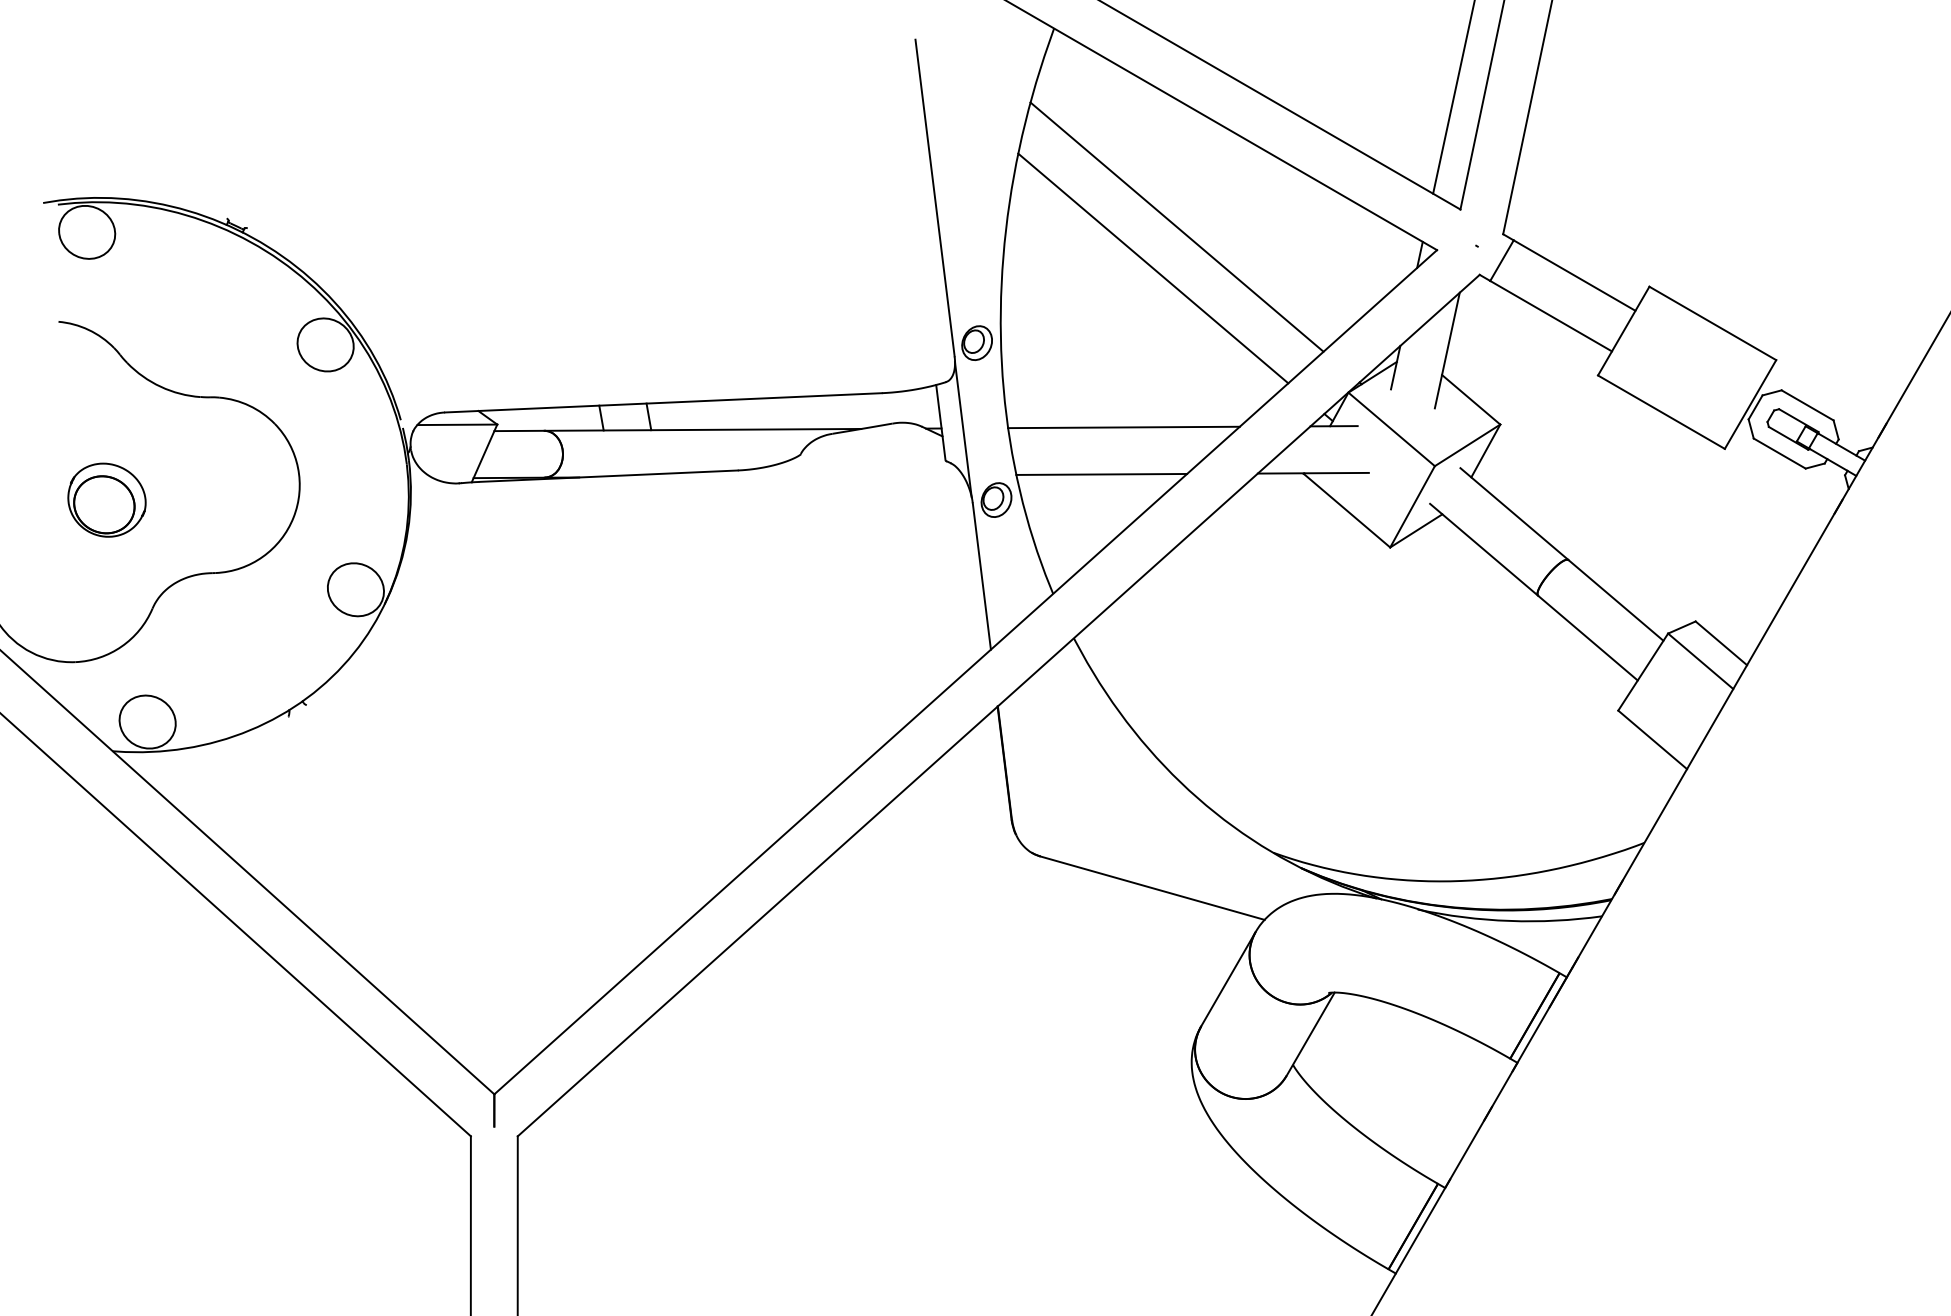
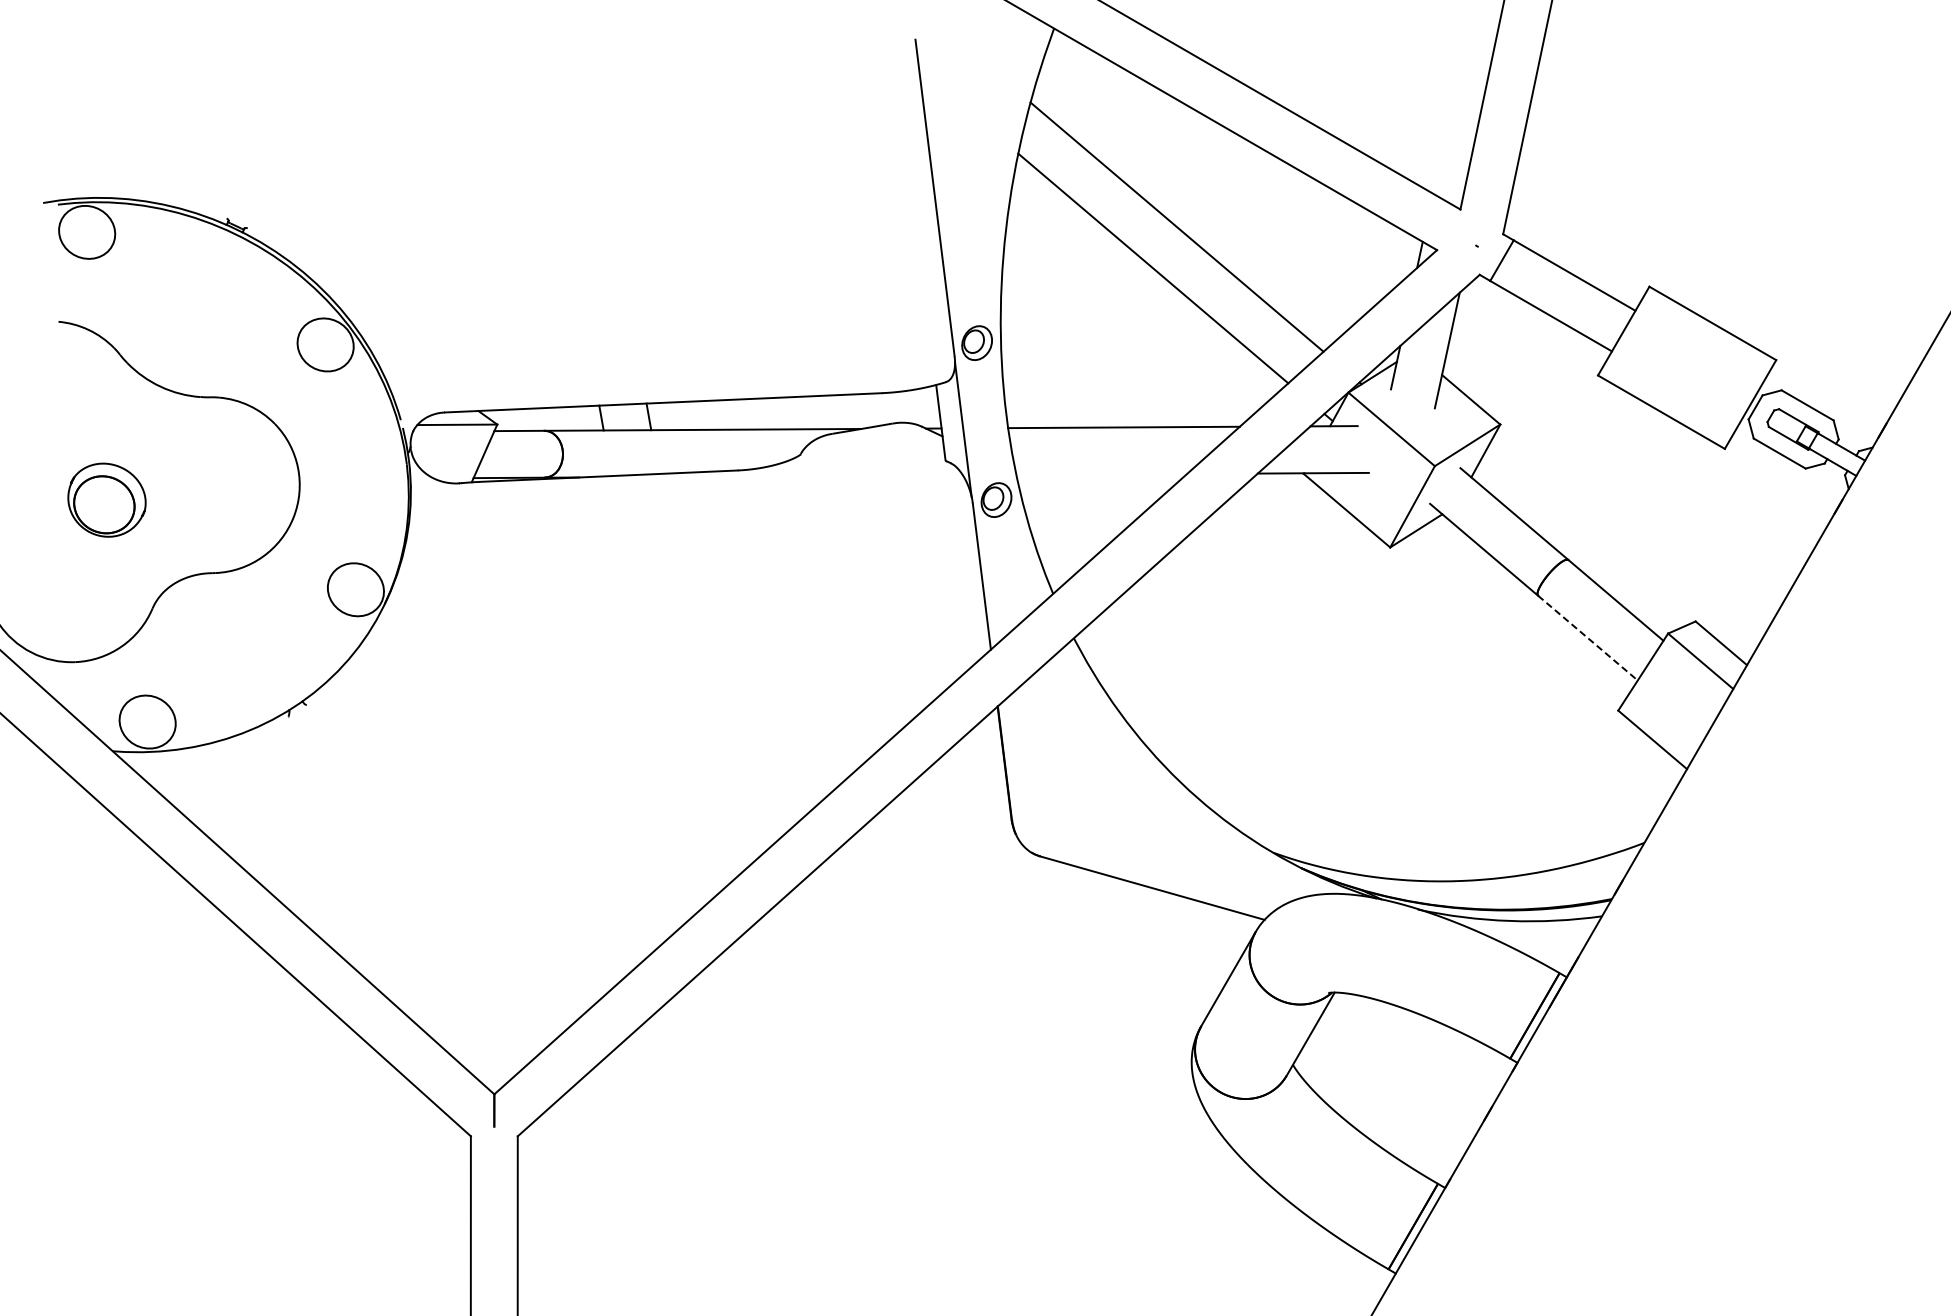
line at (1453, 97): present -> none
line at (1101, 473): present -> none
line at (1588, 638): solid -> dashed
